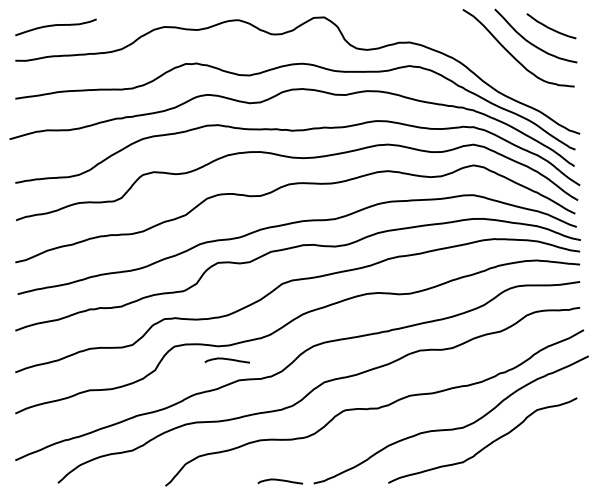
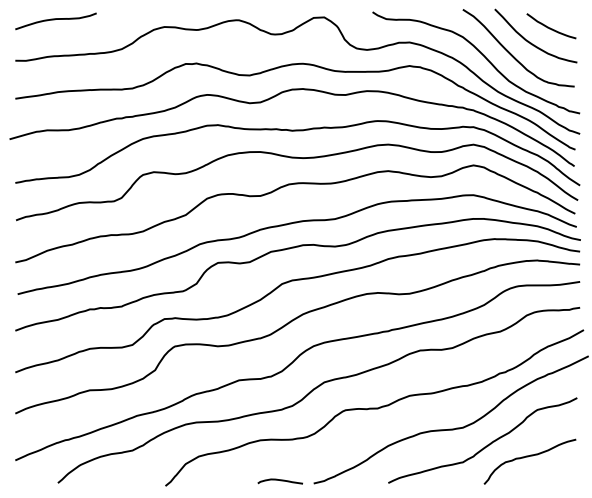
curve at (55, 26) position: (55, 26) -> (55, 20)
curve at (482, 55): none -> present
curve at (226, 359): present -> none
curve at (528, 457): none -> present
